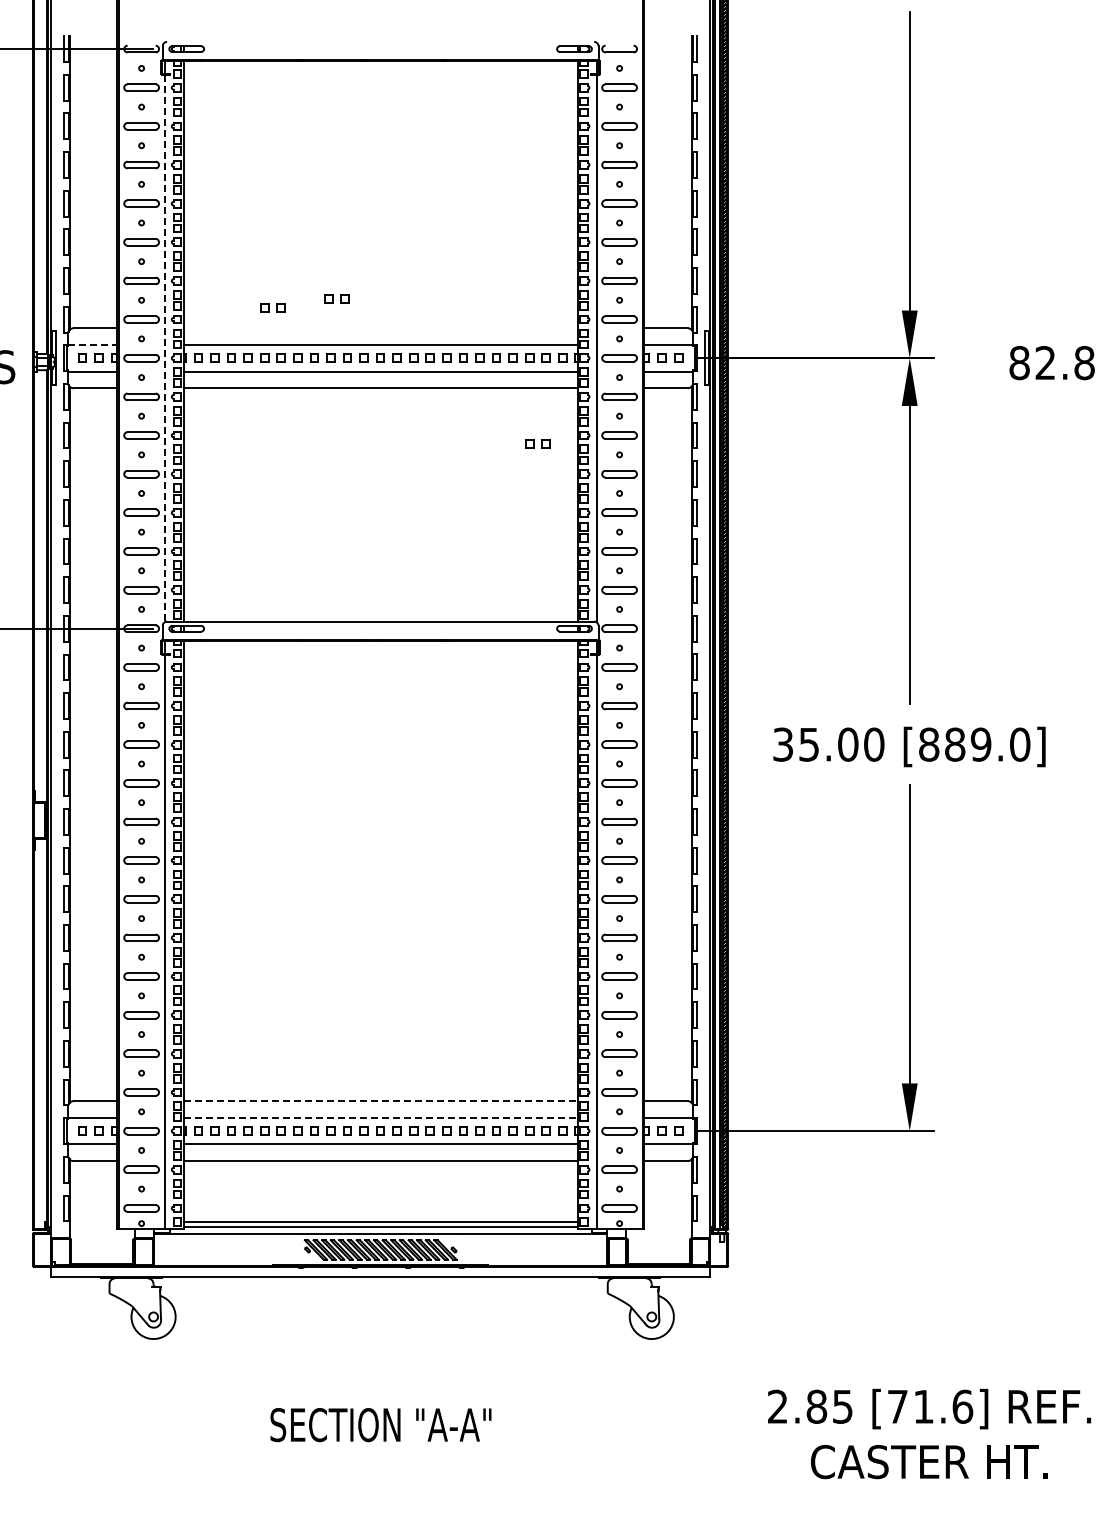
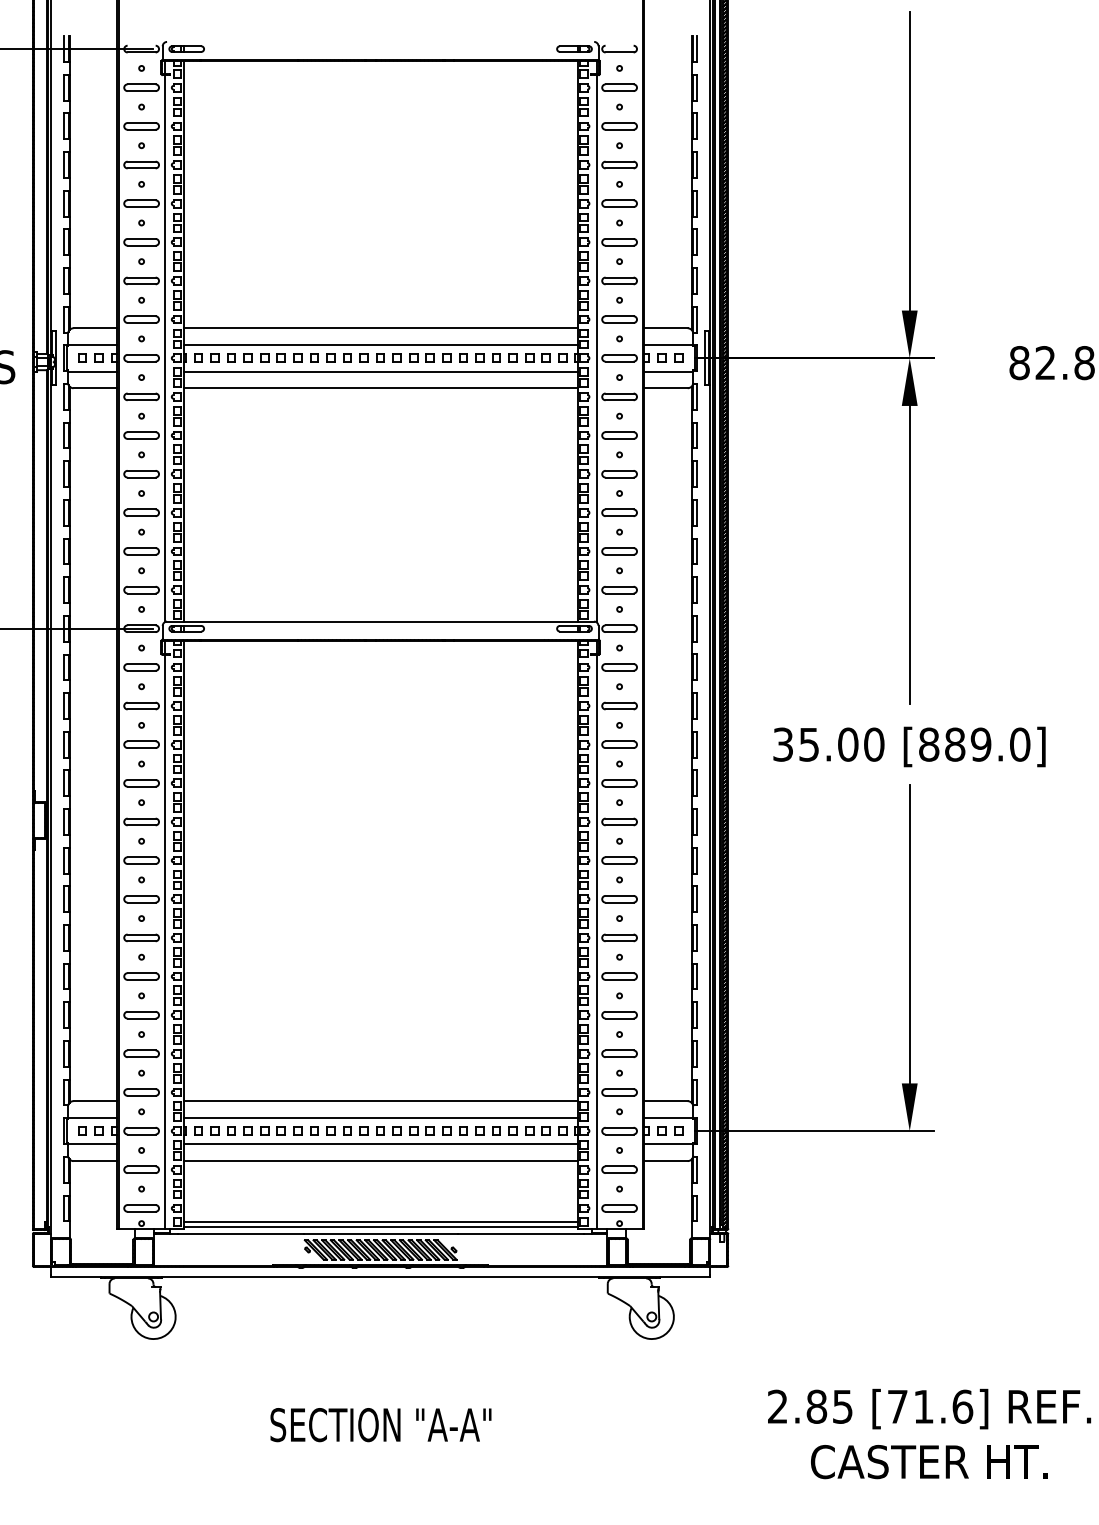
part at (336, 298): present -> none
part at (272, 307): present -> none
line at (380, 328): none -> present
line at (92, 345): dashed -> solid
line at (164, 348): dashed -> solid
part at (537, 443): present -> none
line at (380, 1101): dashed -> solid
line at (380, 1117): dashed -> solid
